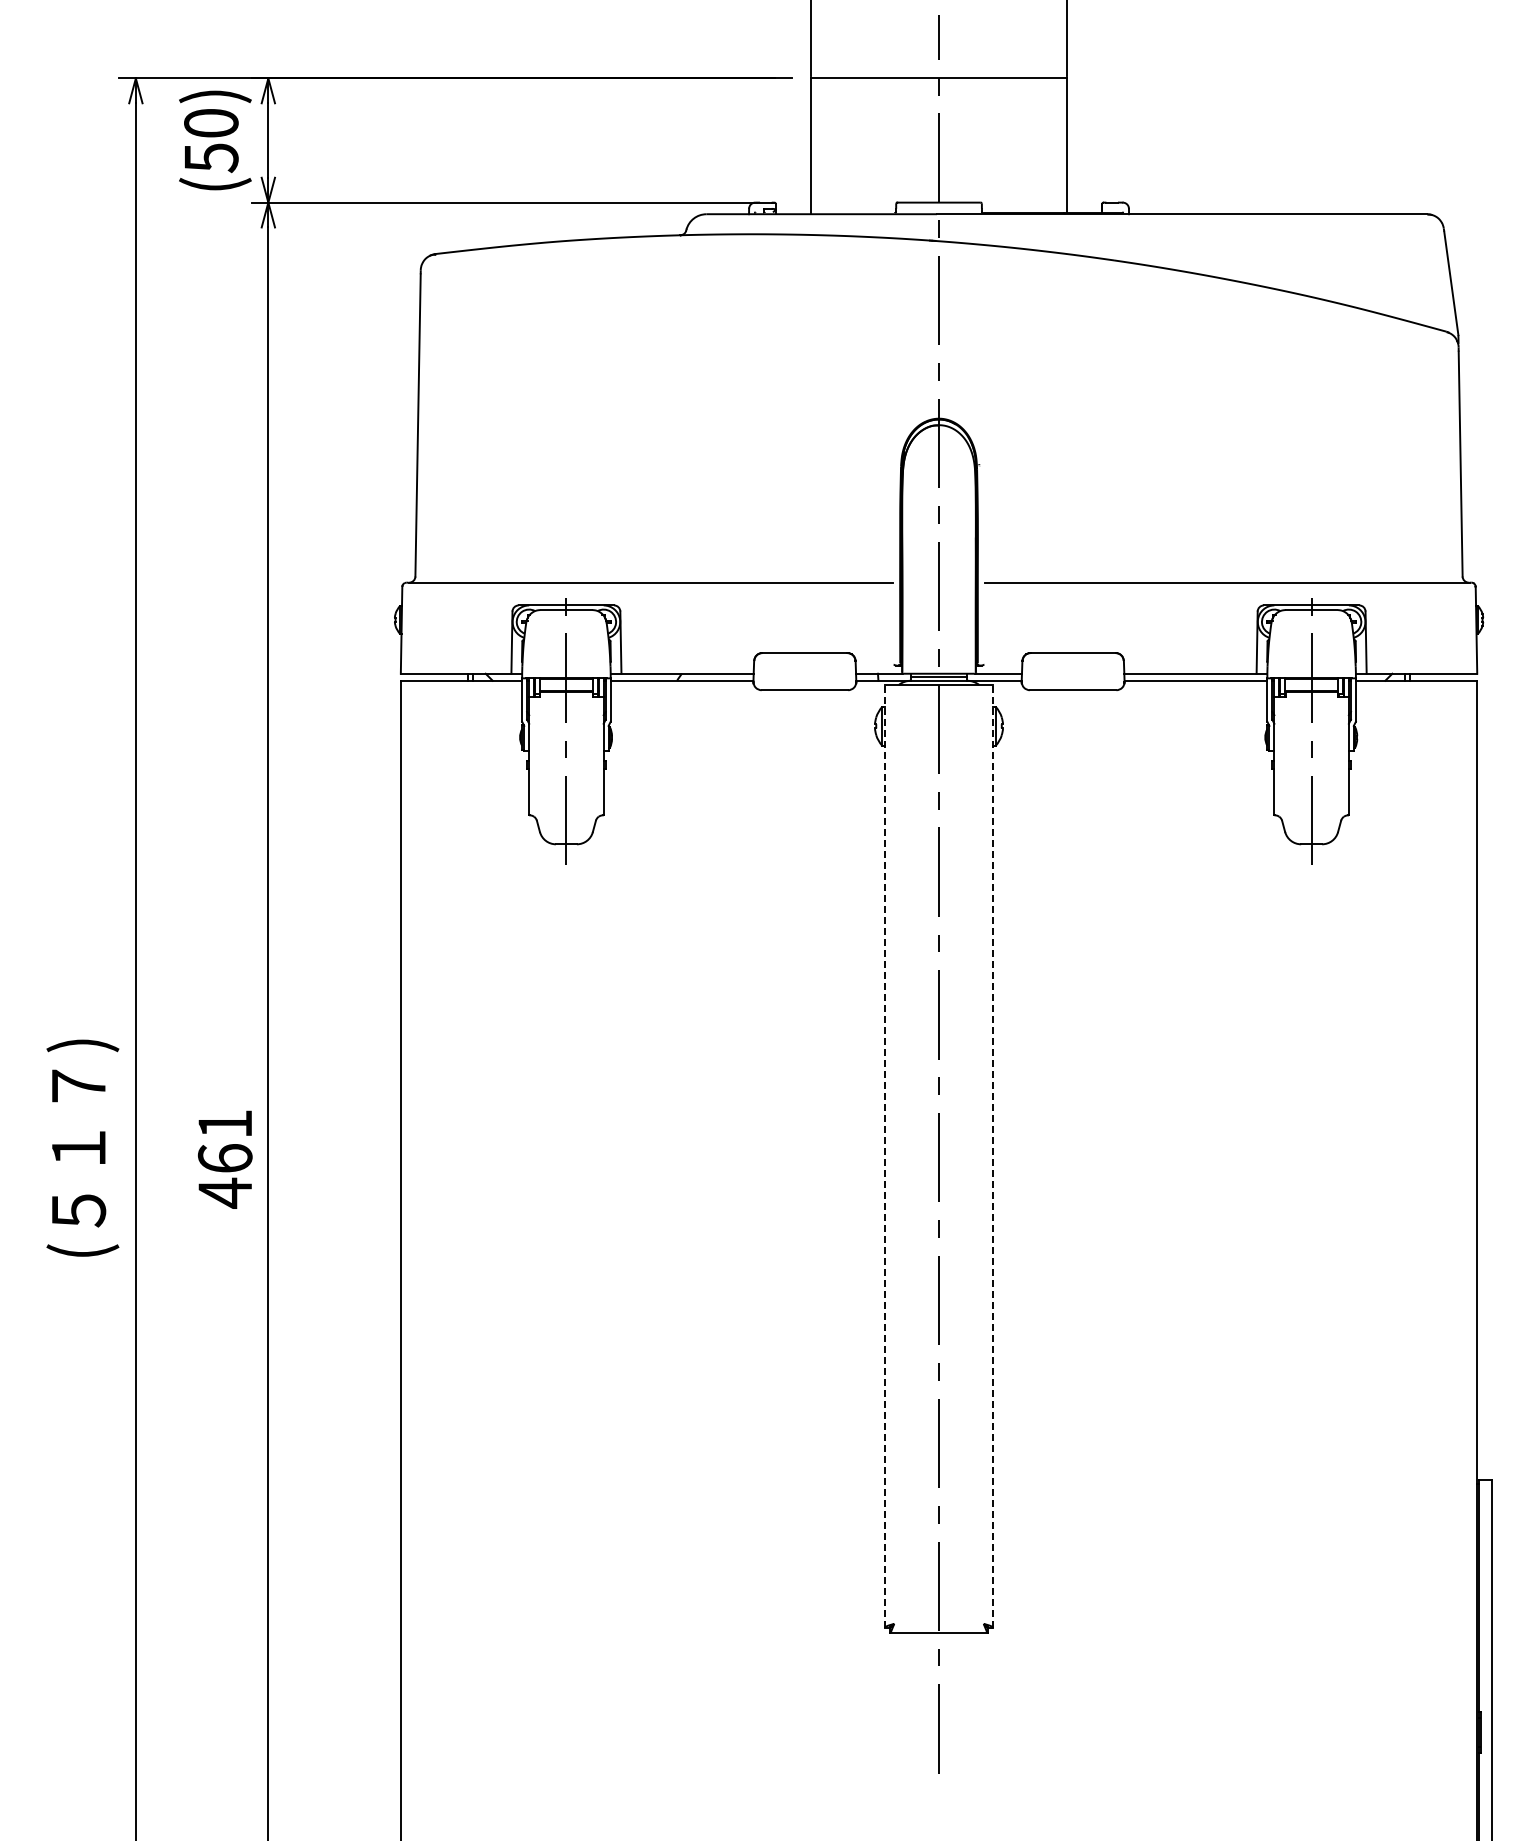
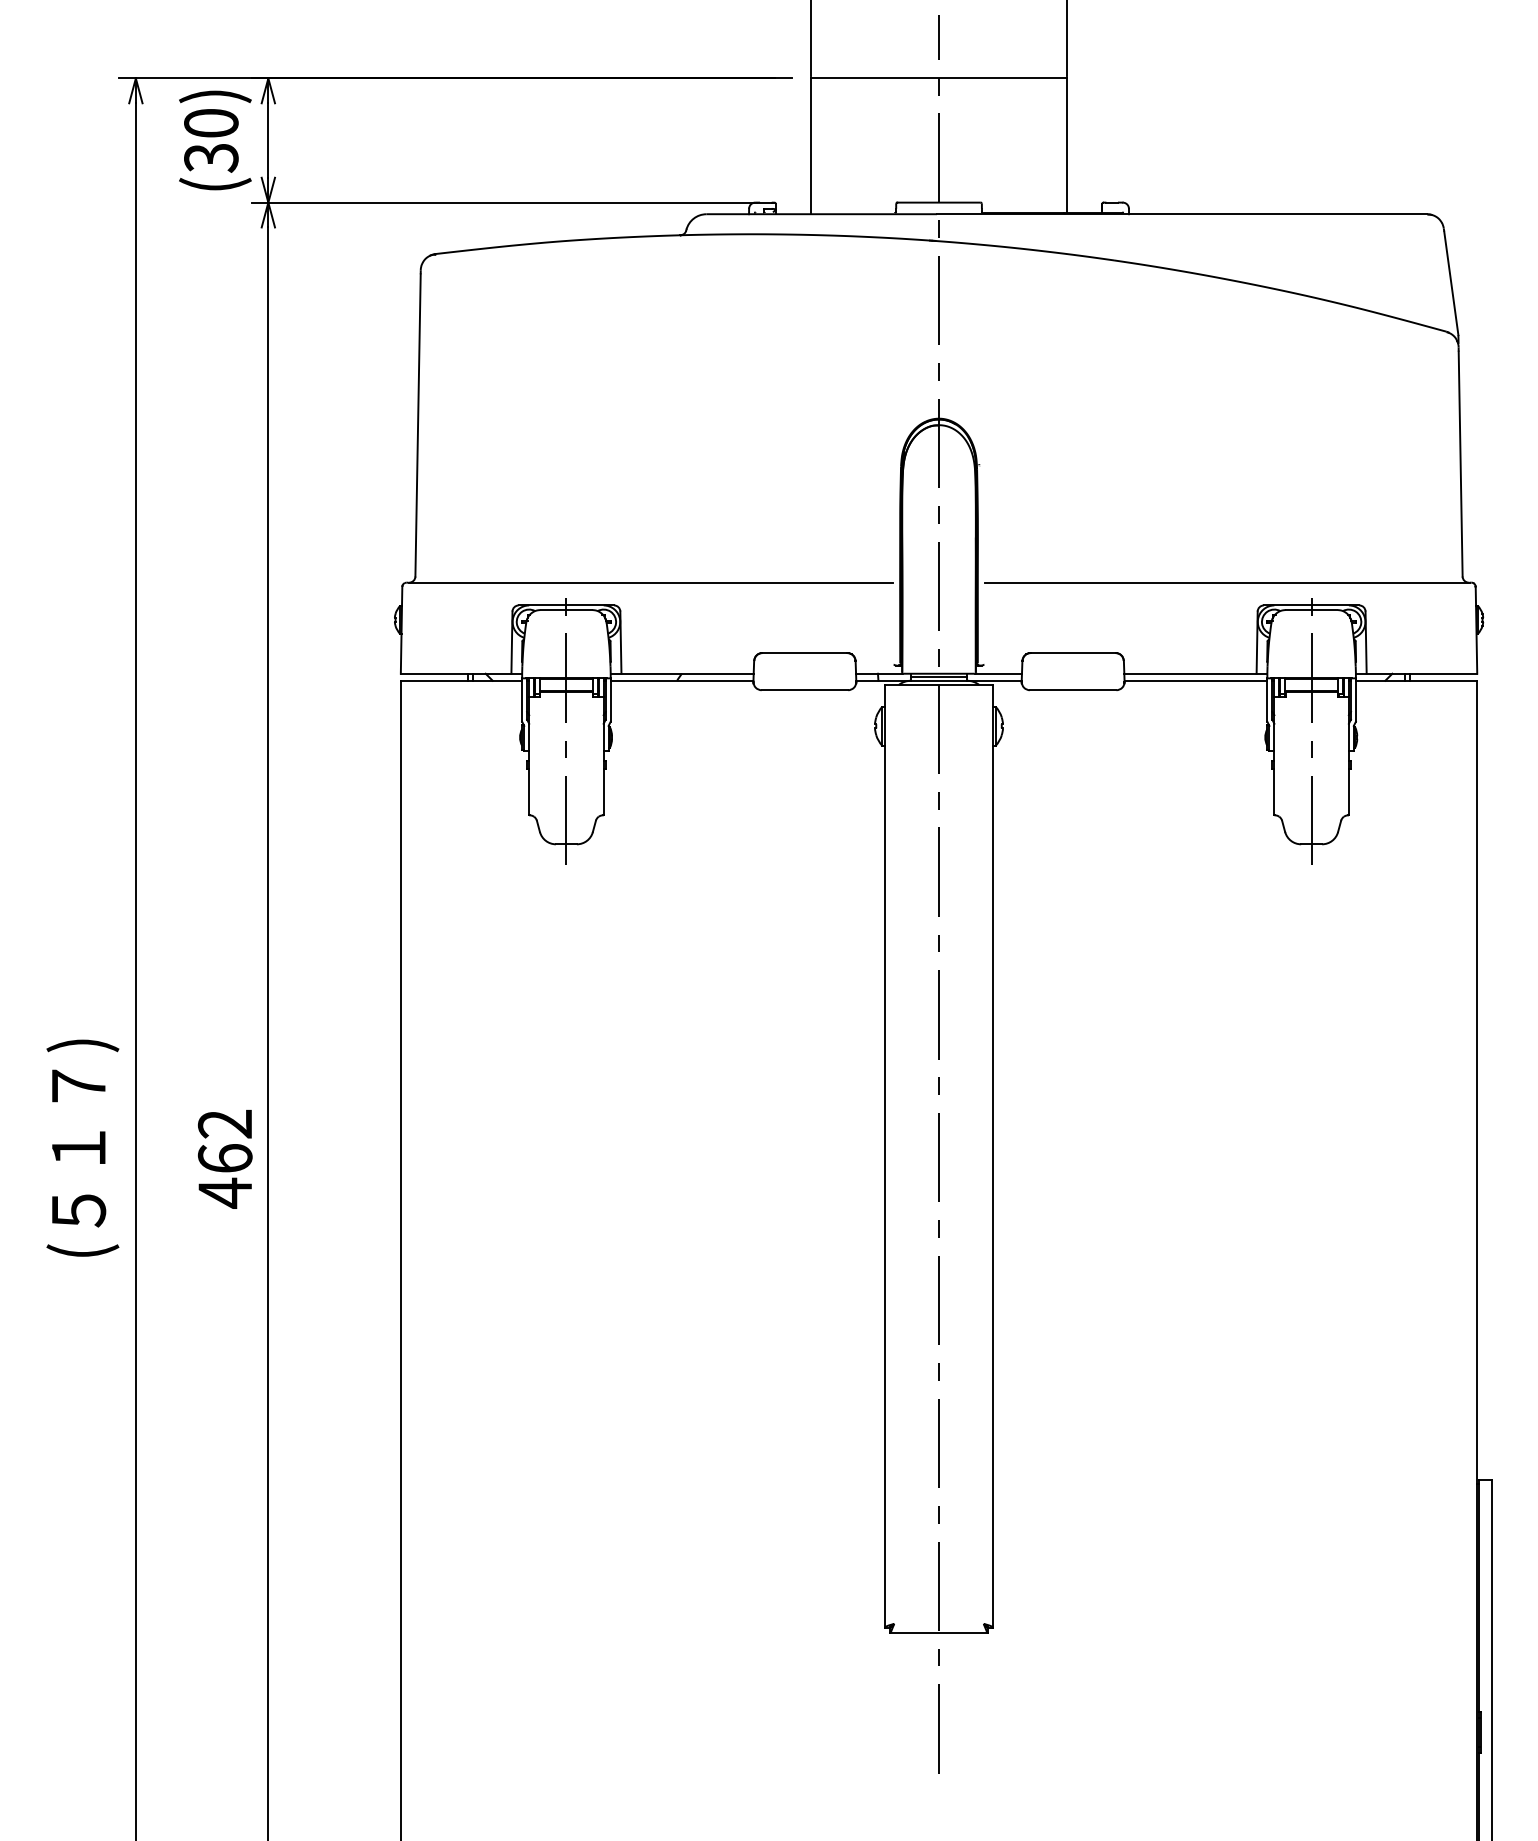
text at (211, 157): (50) -> (30)
text at (224, 1123): 461 -> 462
line at (885, 1155): dashed -> solid
line at (992, 1155): dashed -> solid
